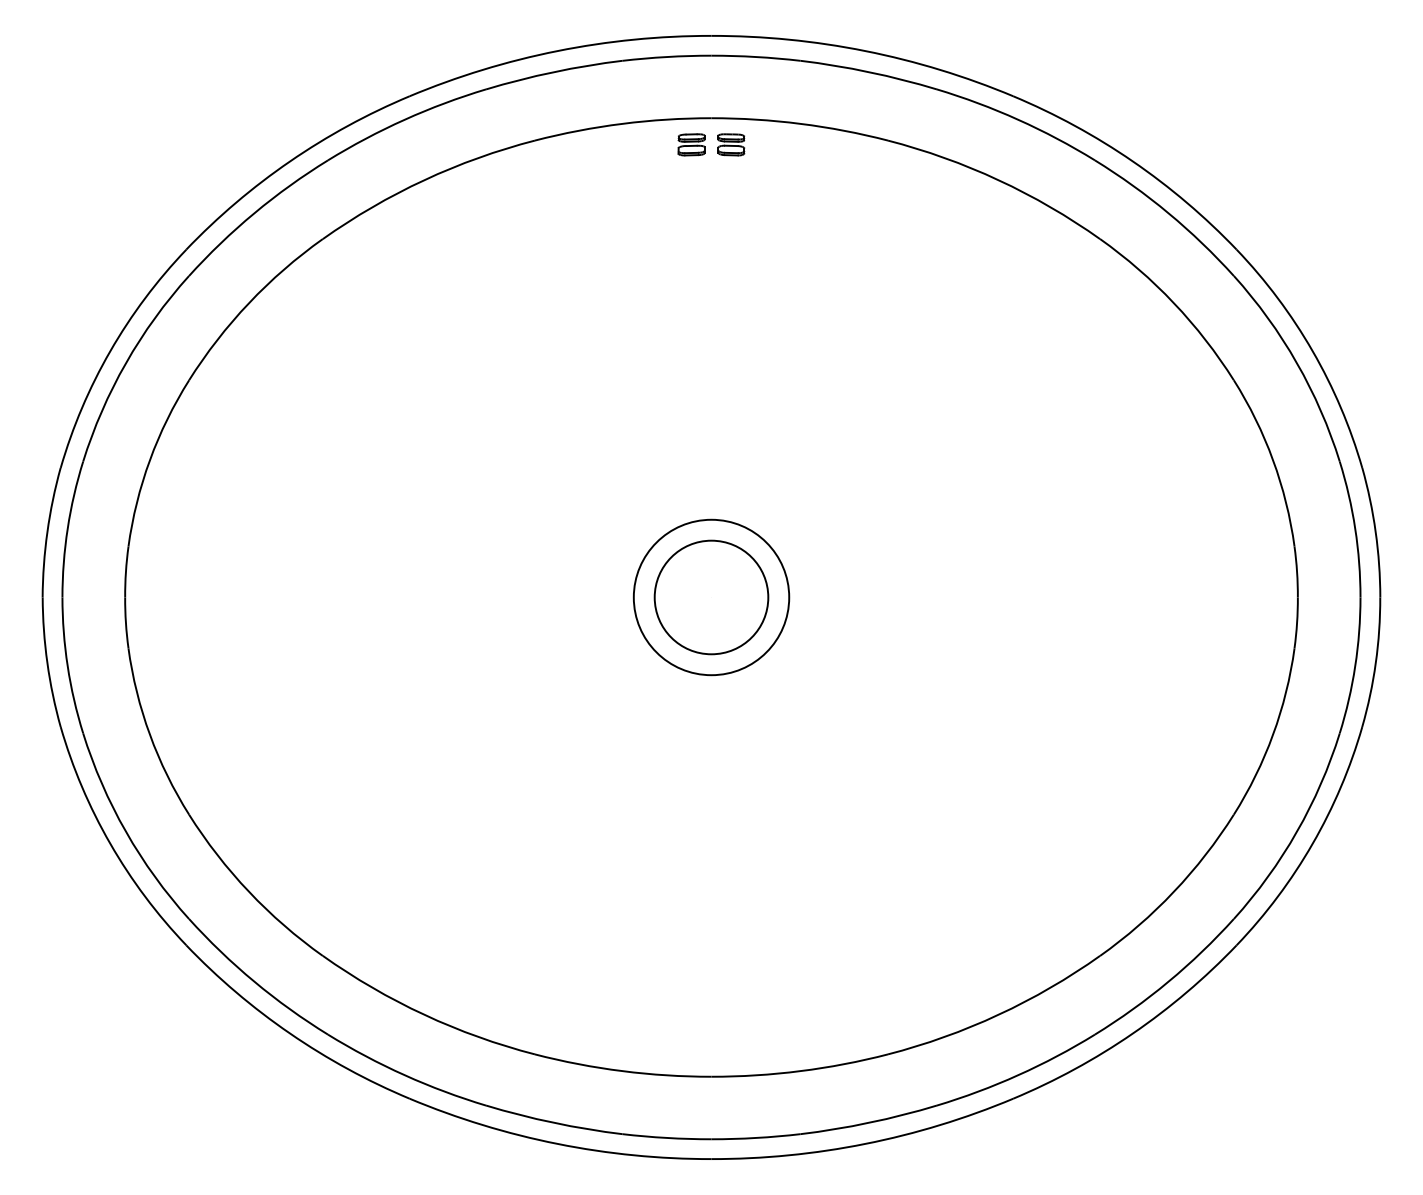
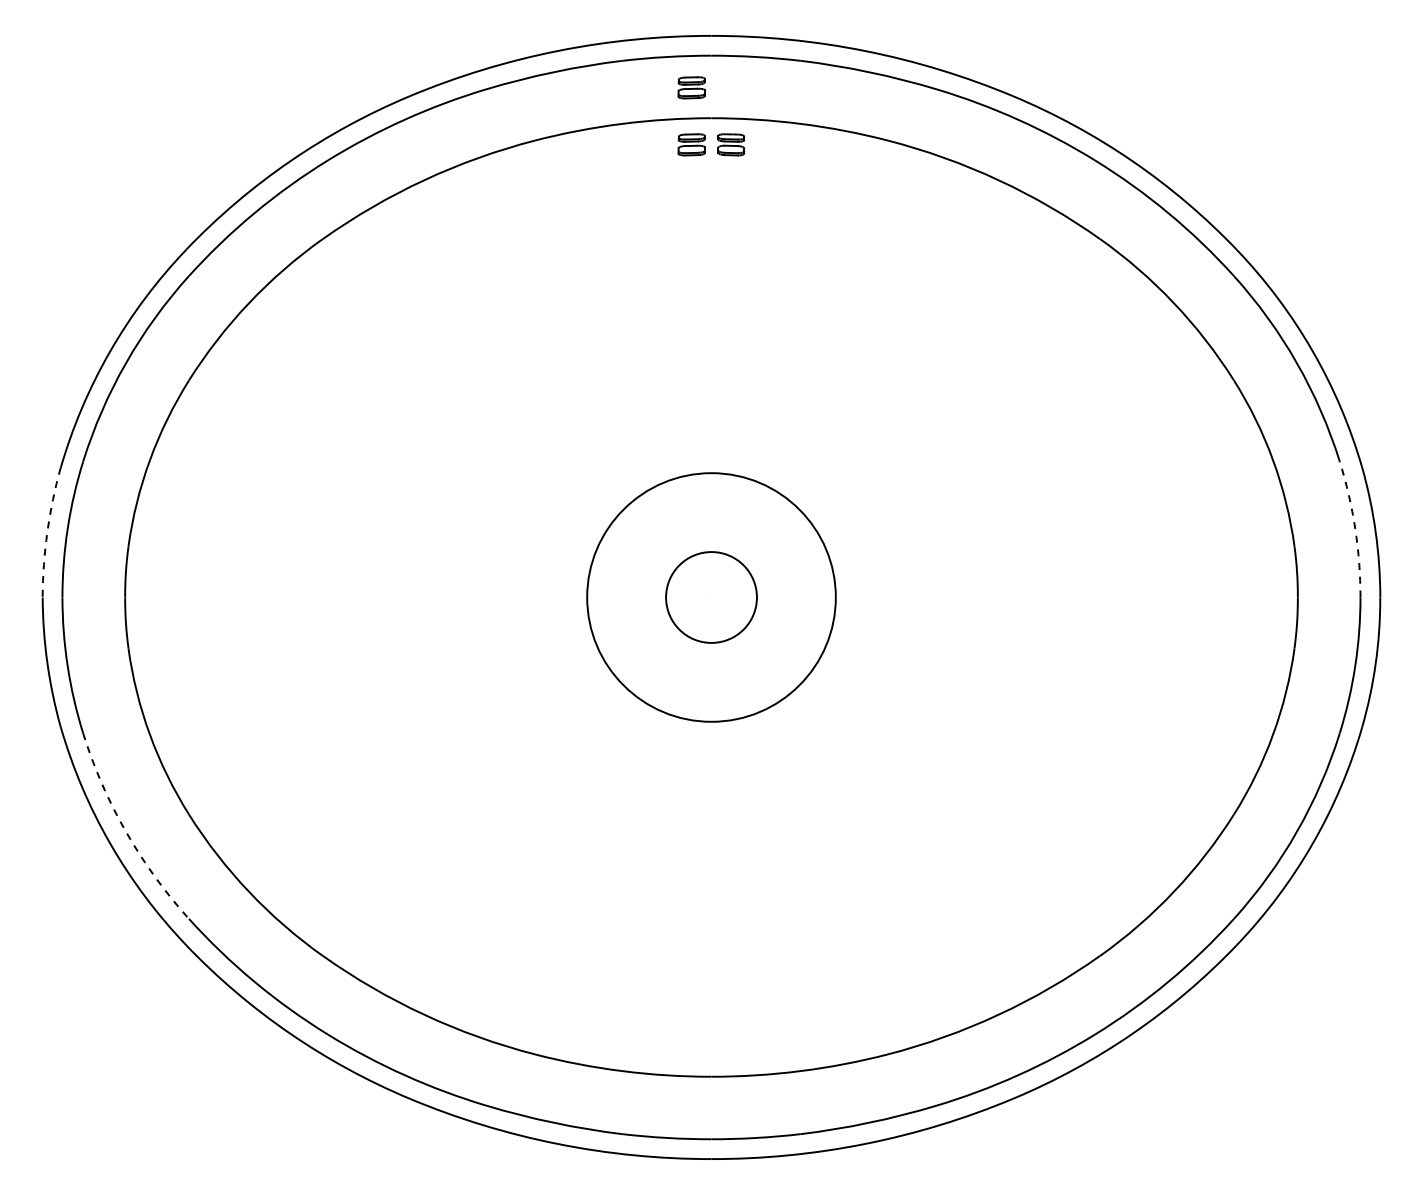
part at (691, 87): none -> present
arc at (1355, 528): solid -> dashed
arc at (47, 532): solid -> dashed
circle at (711, 597) diameter: 114 px -> 91 px
circle at (711, 597) diameter: 155 px -> 249 px
arc at (126, 831): solid -> dashed
